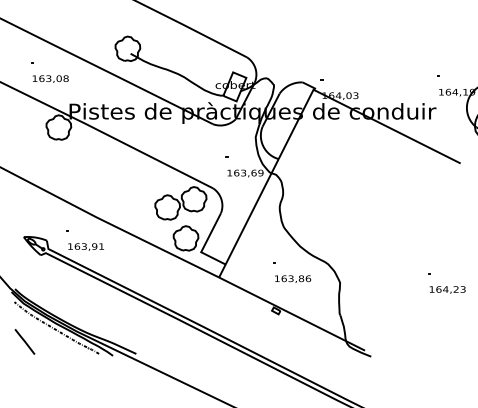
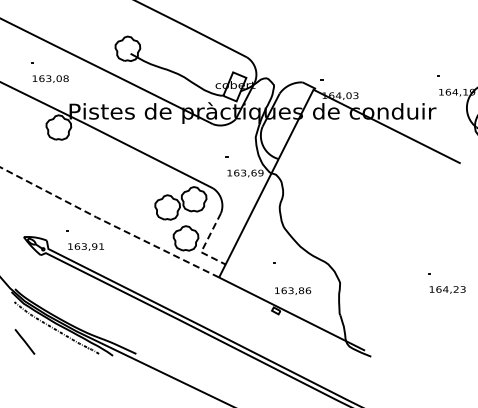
line at (108, 223): solid -> dashed
line at (204, 246): solid -> dashed
text at (293, 278) position: (293, 278) -> (293, 290)
